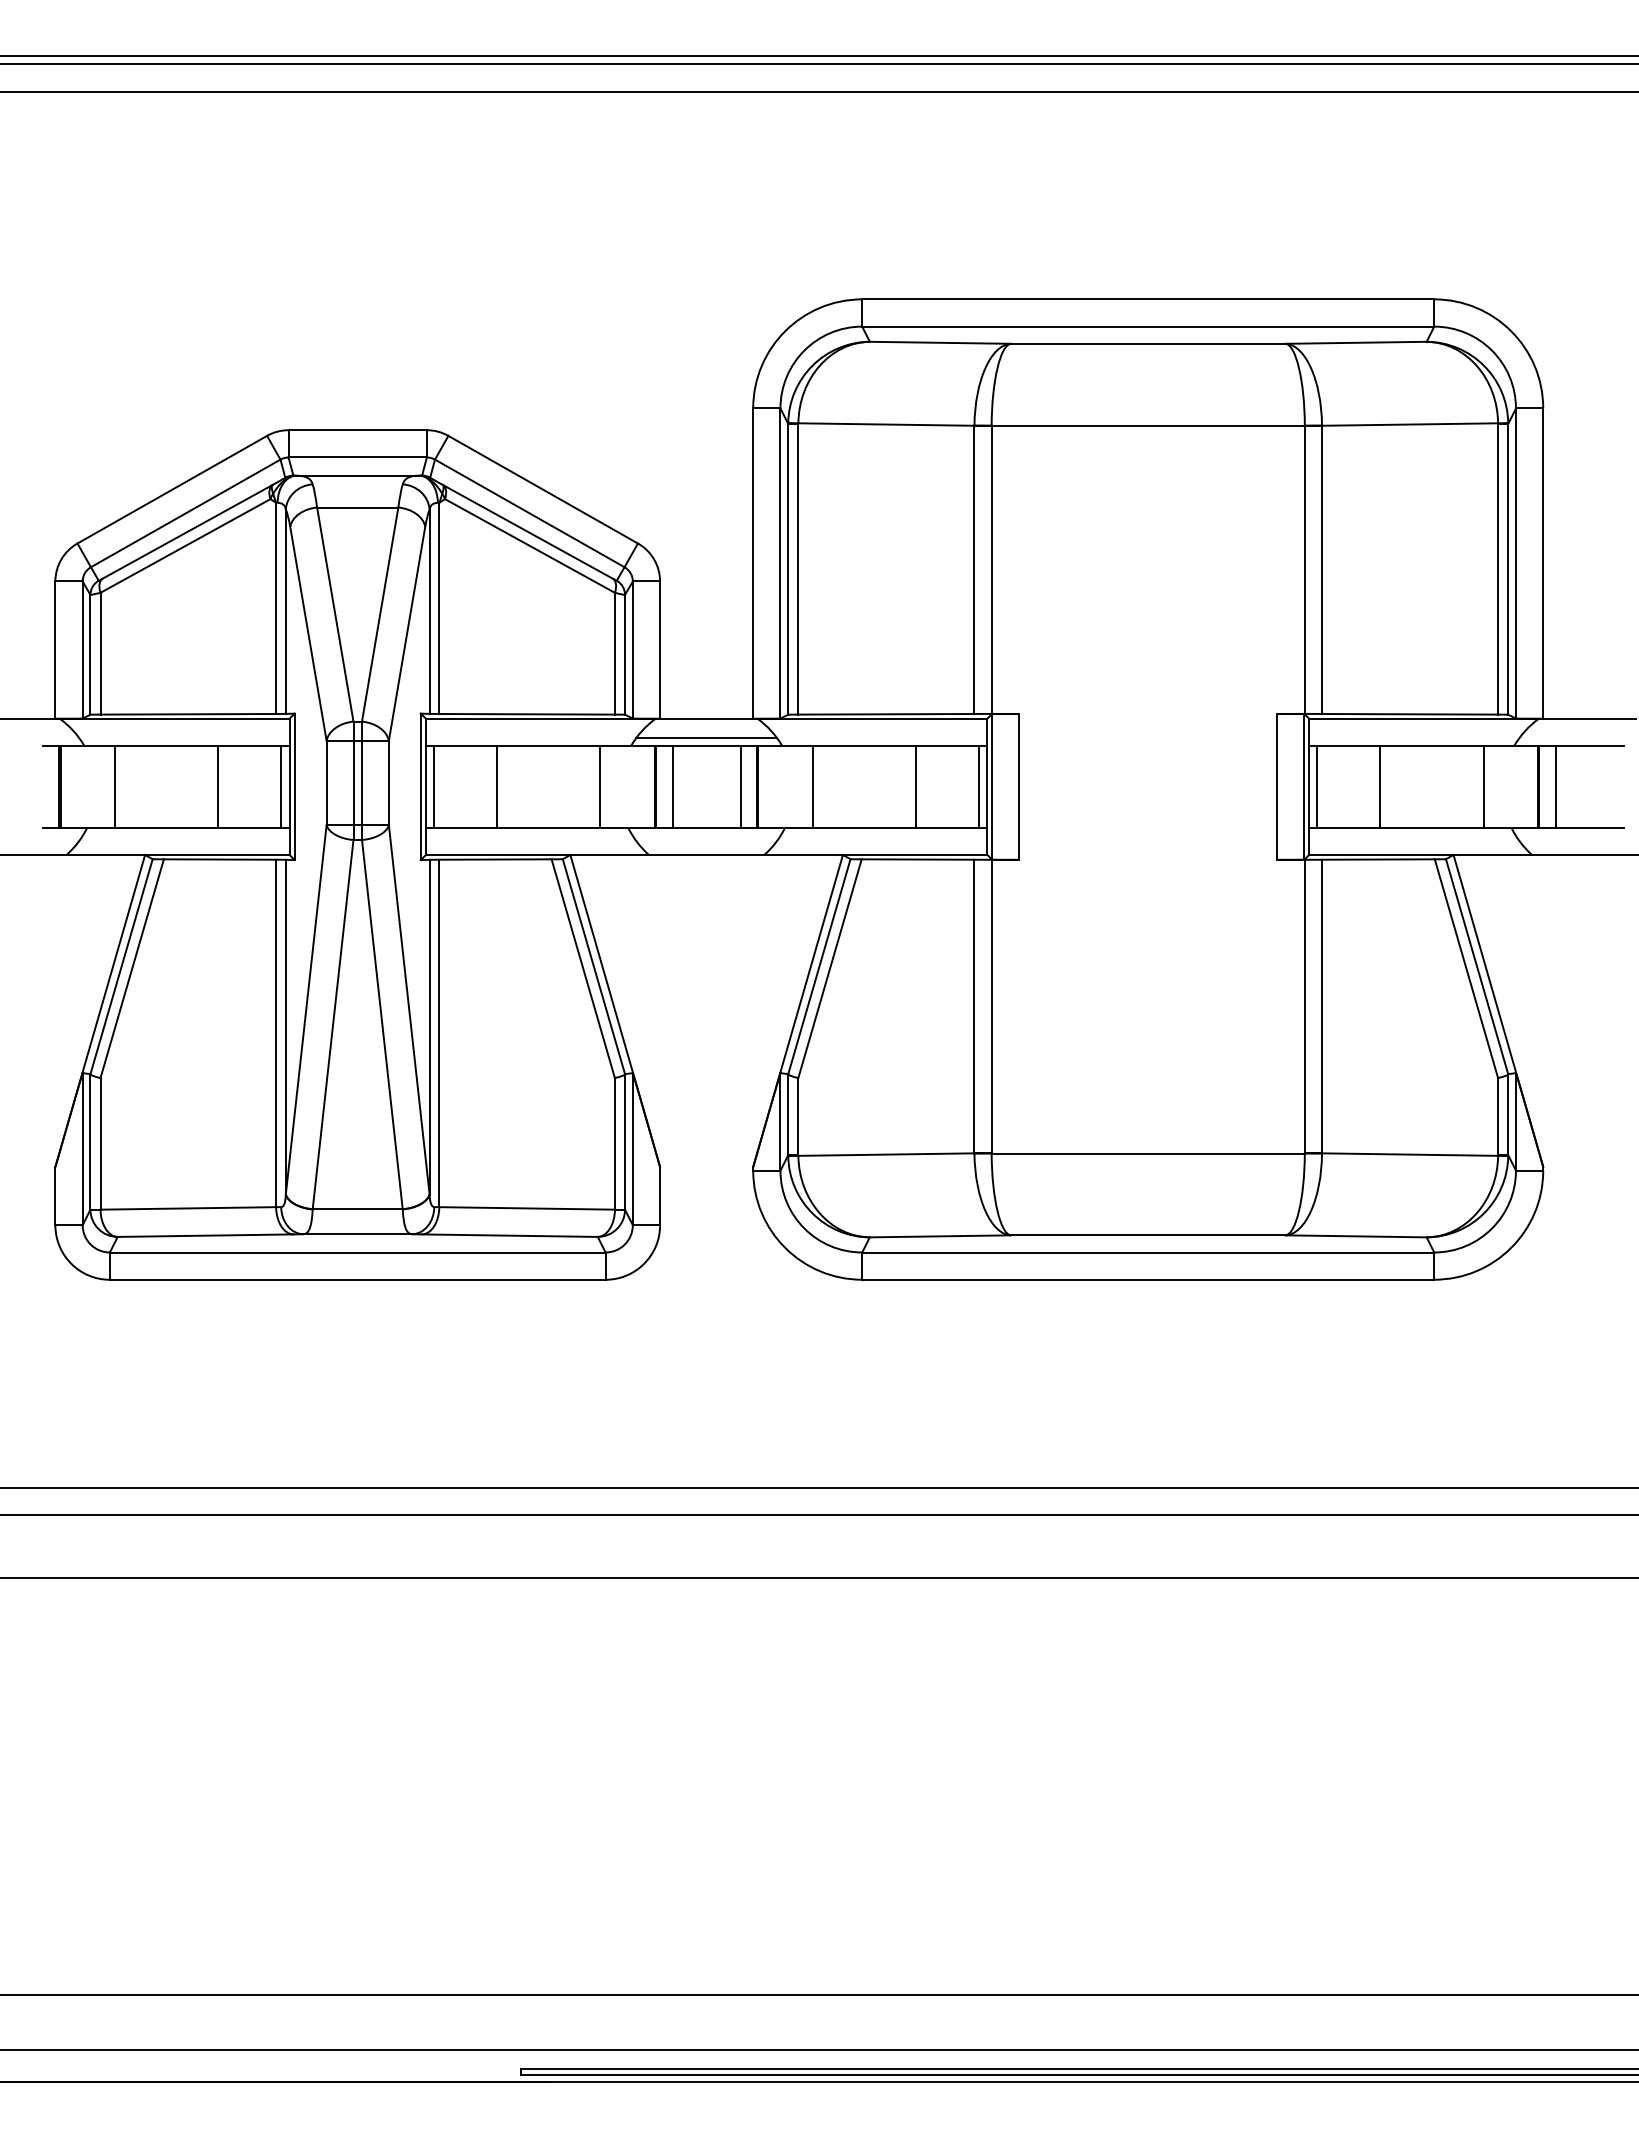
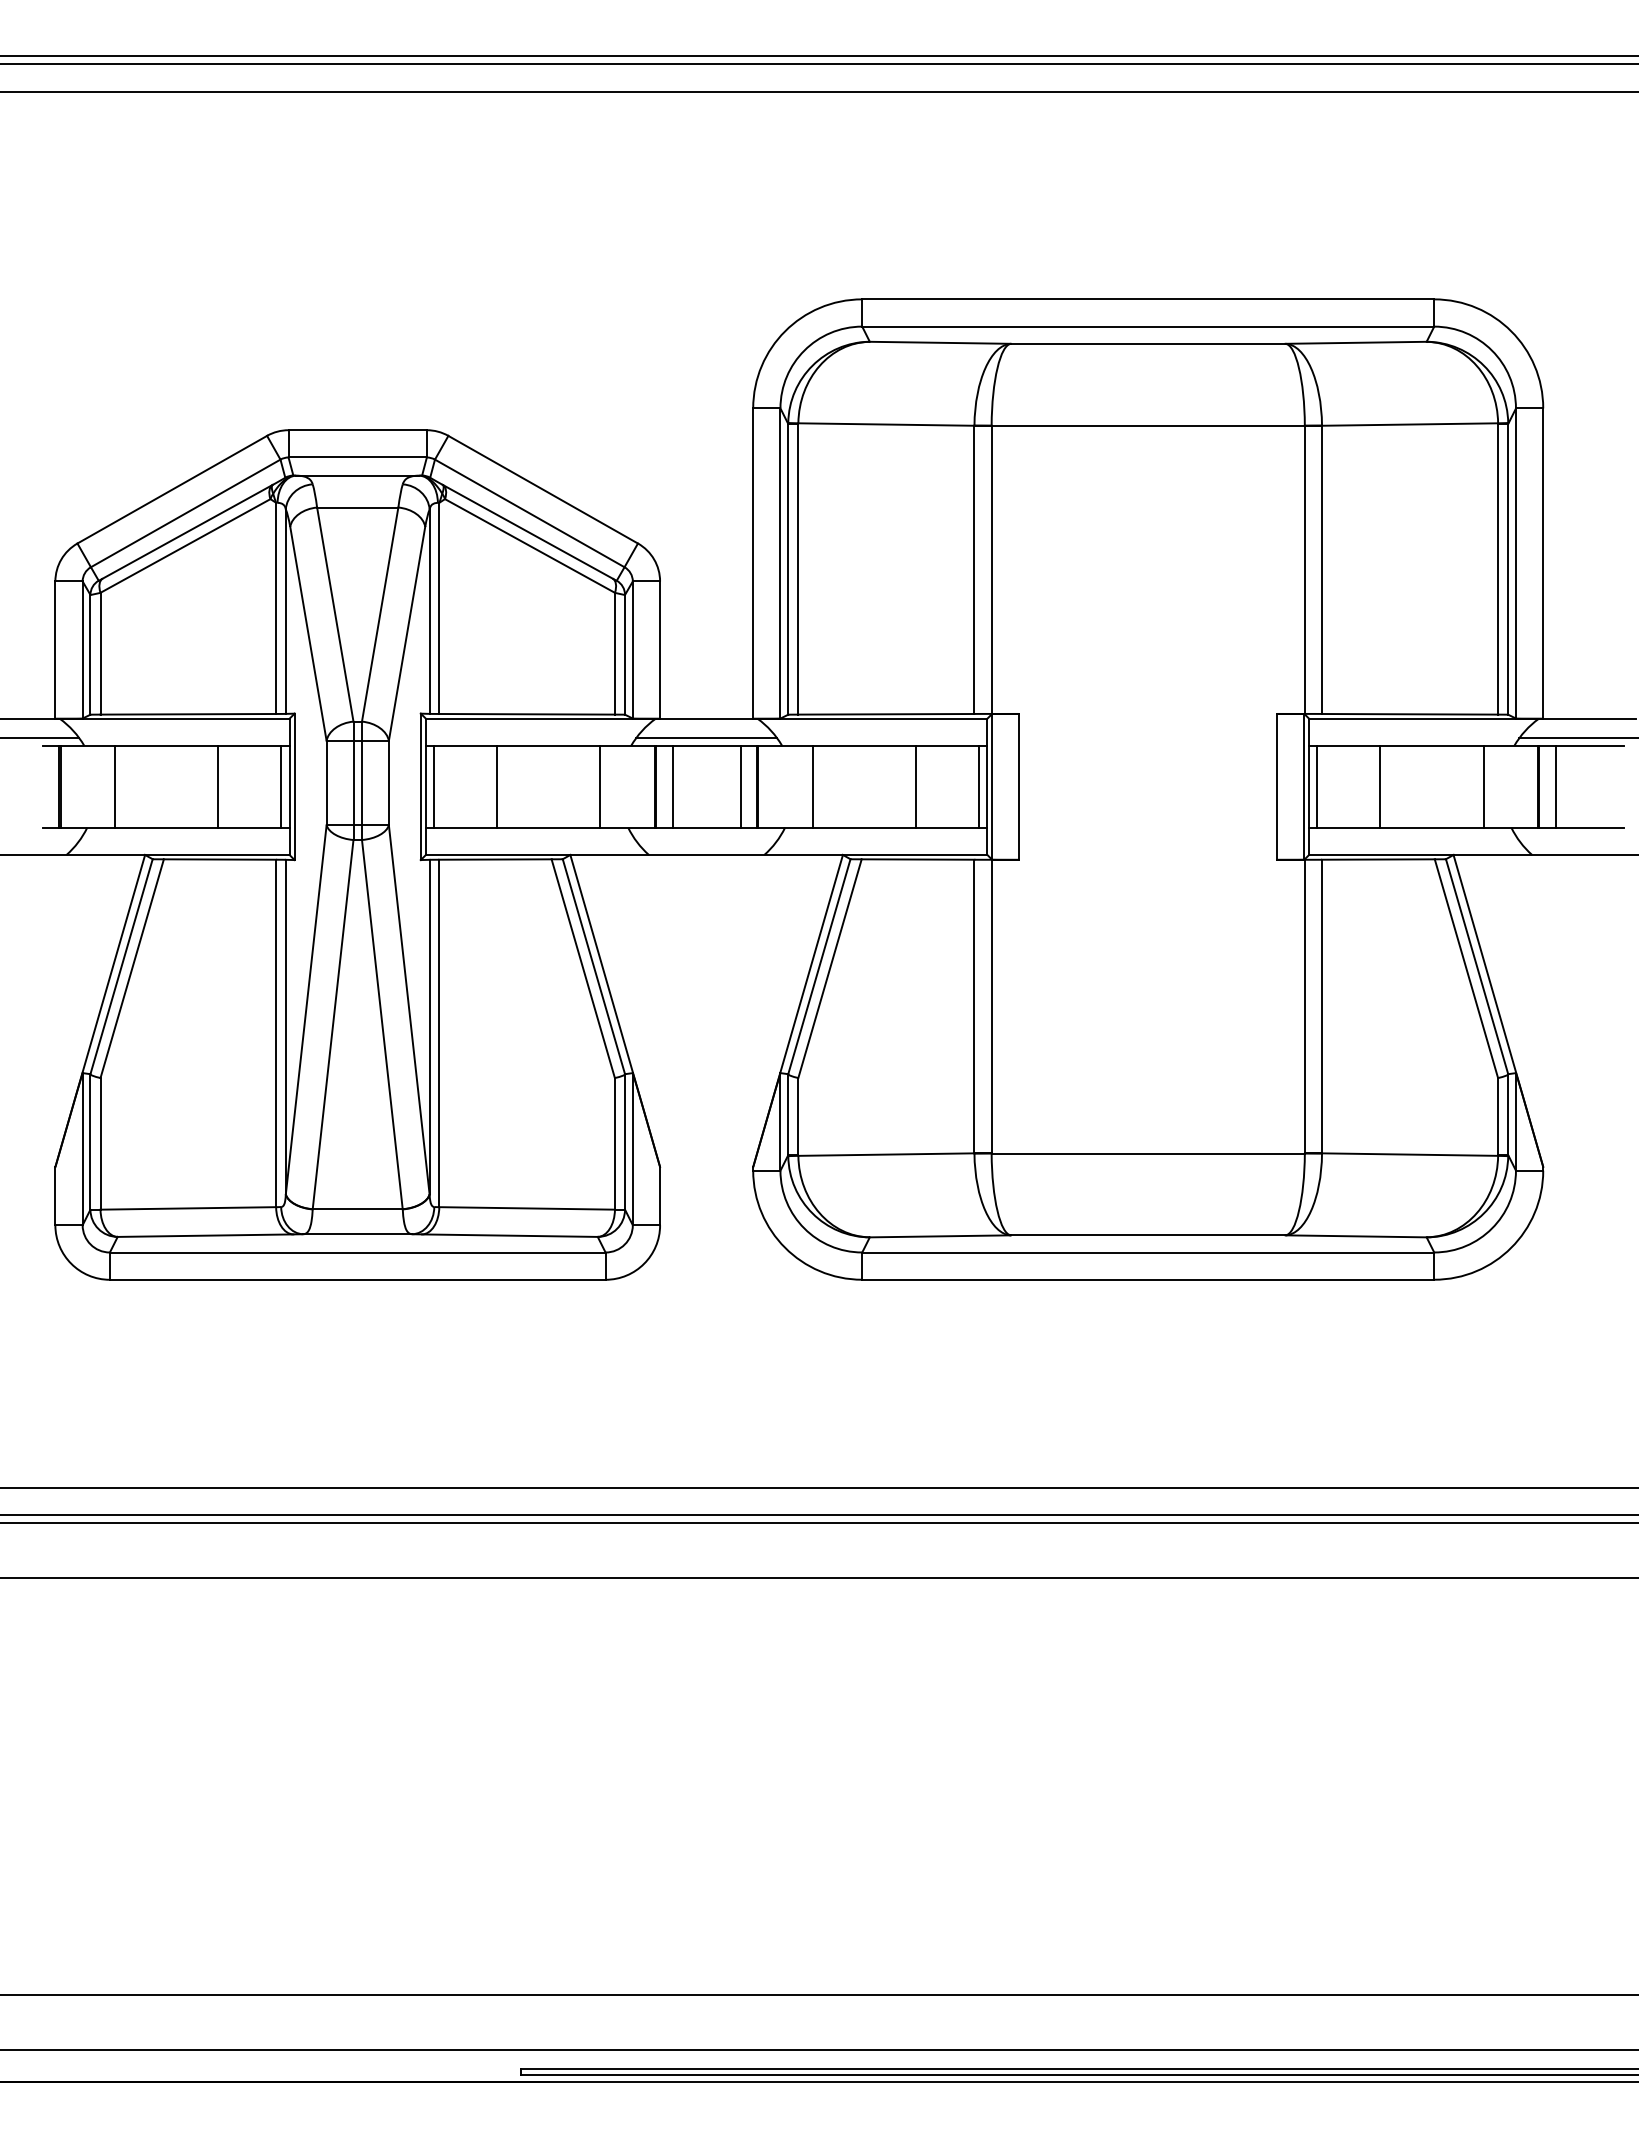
line at (40, 738): none -> present
line at (1577, 738): none -> present
line at (818, 1523): none -> present
